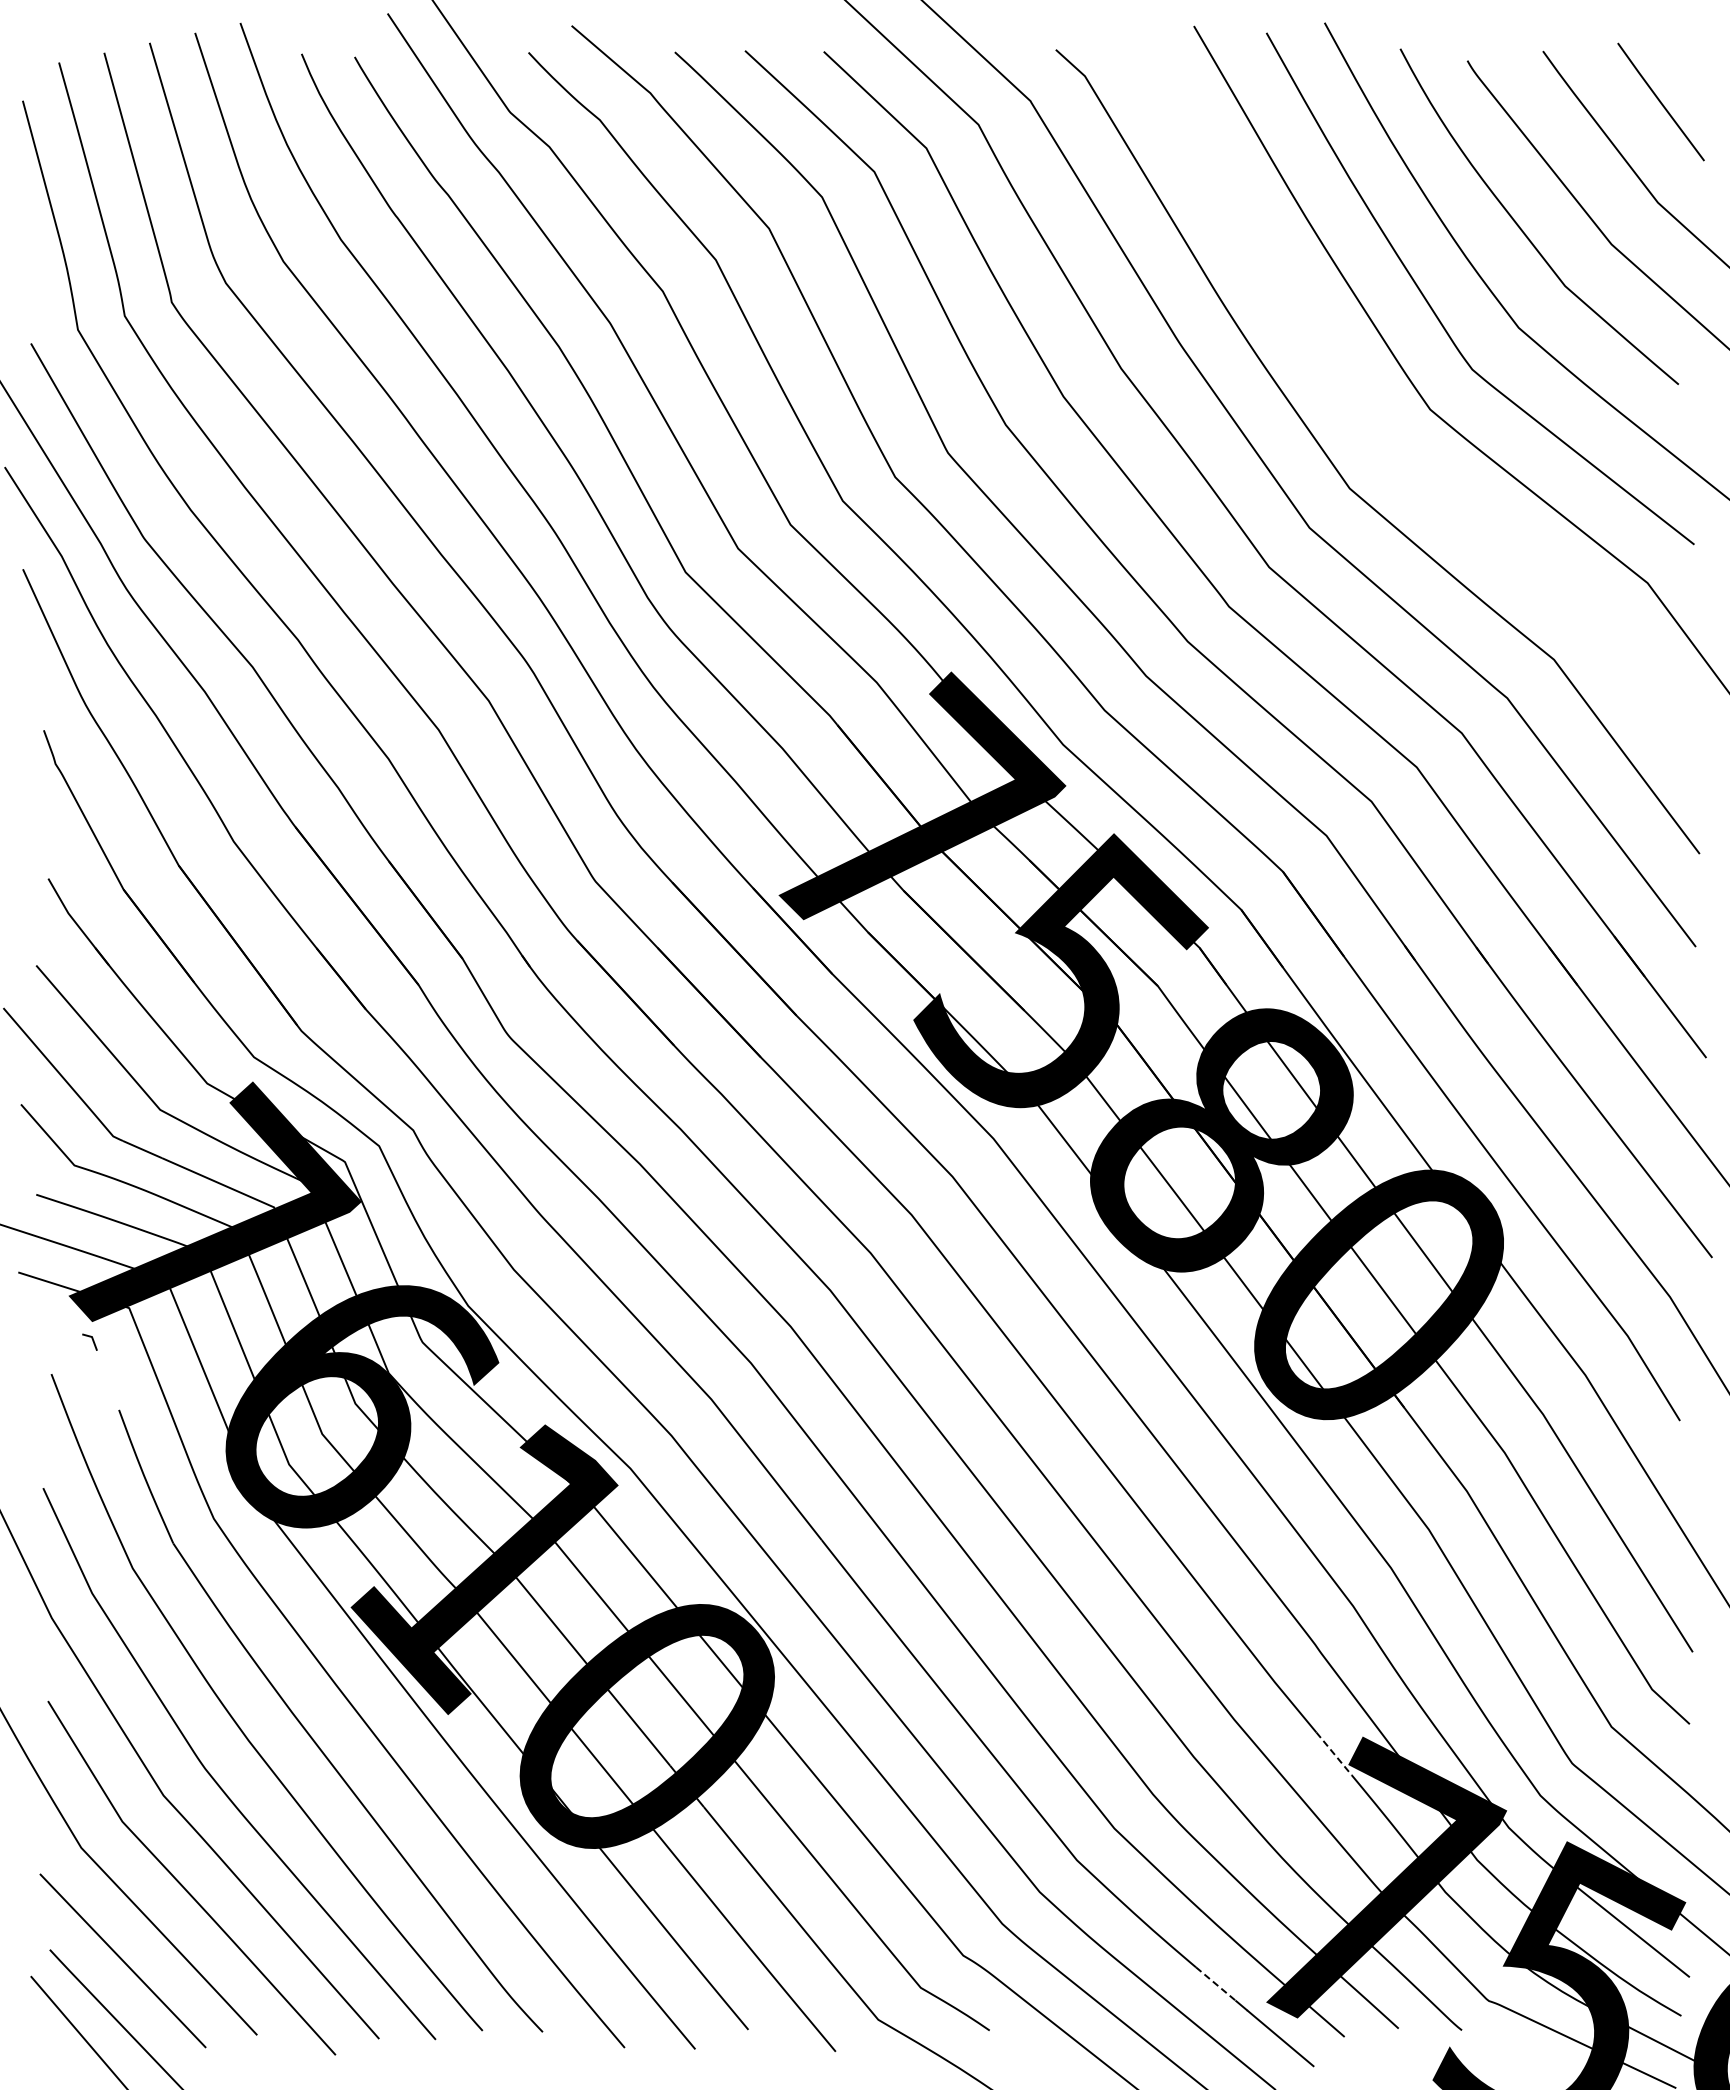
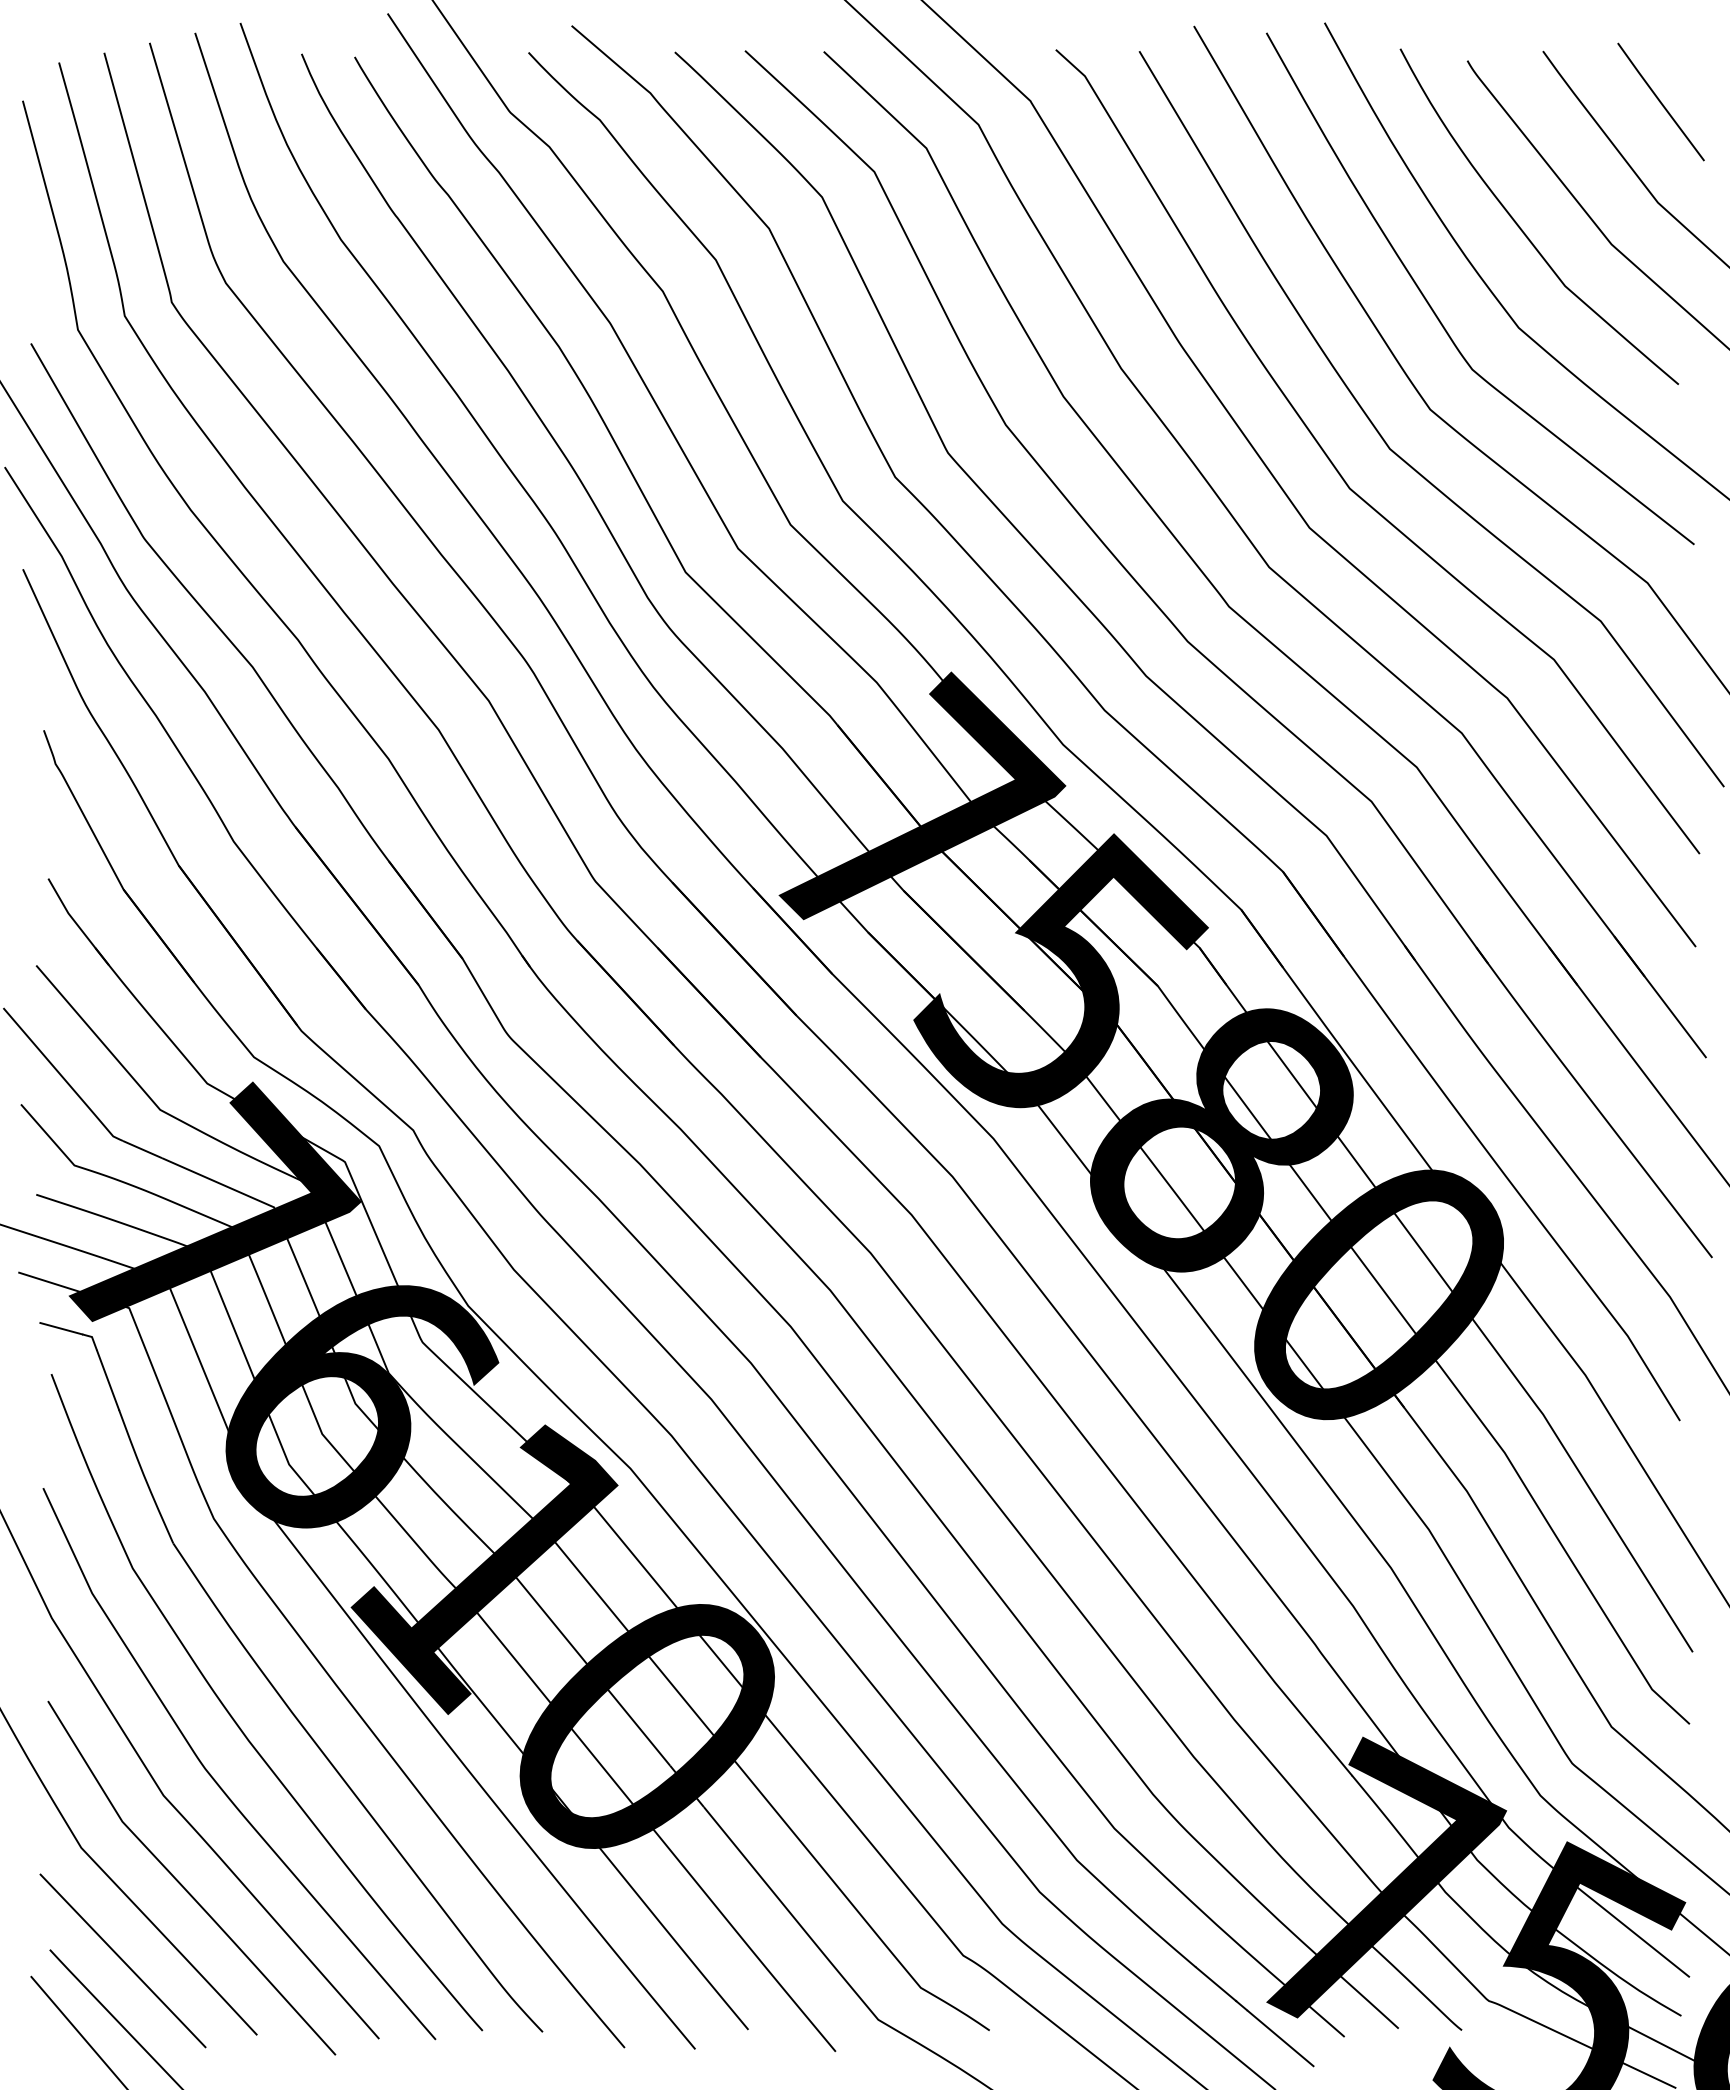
curve at (1398, 454): none -> present
line at (61, 1328): none -> present
line at (108, 1379): none -> present
line at (1334, 1753): dashed -> solid
line at (1216, 1984): dashed -> solid
